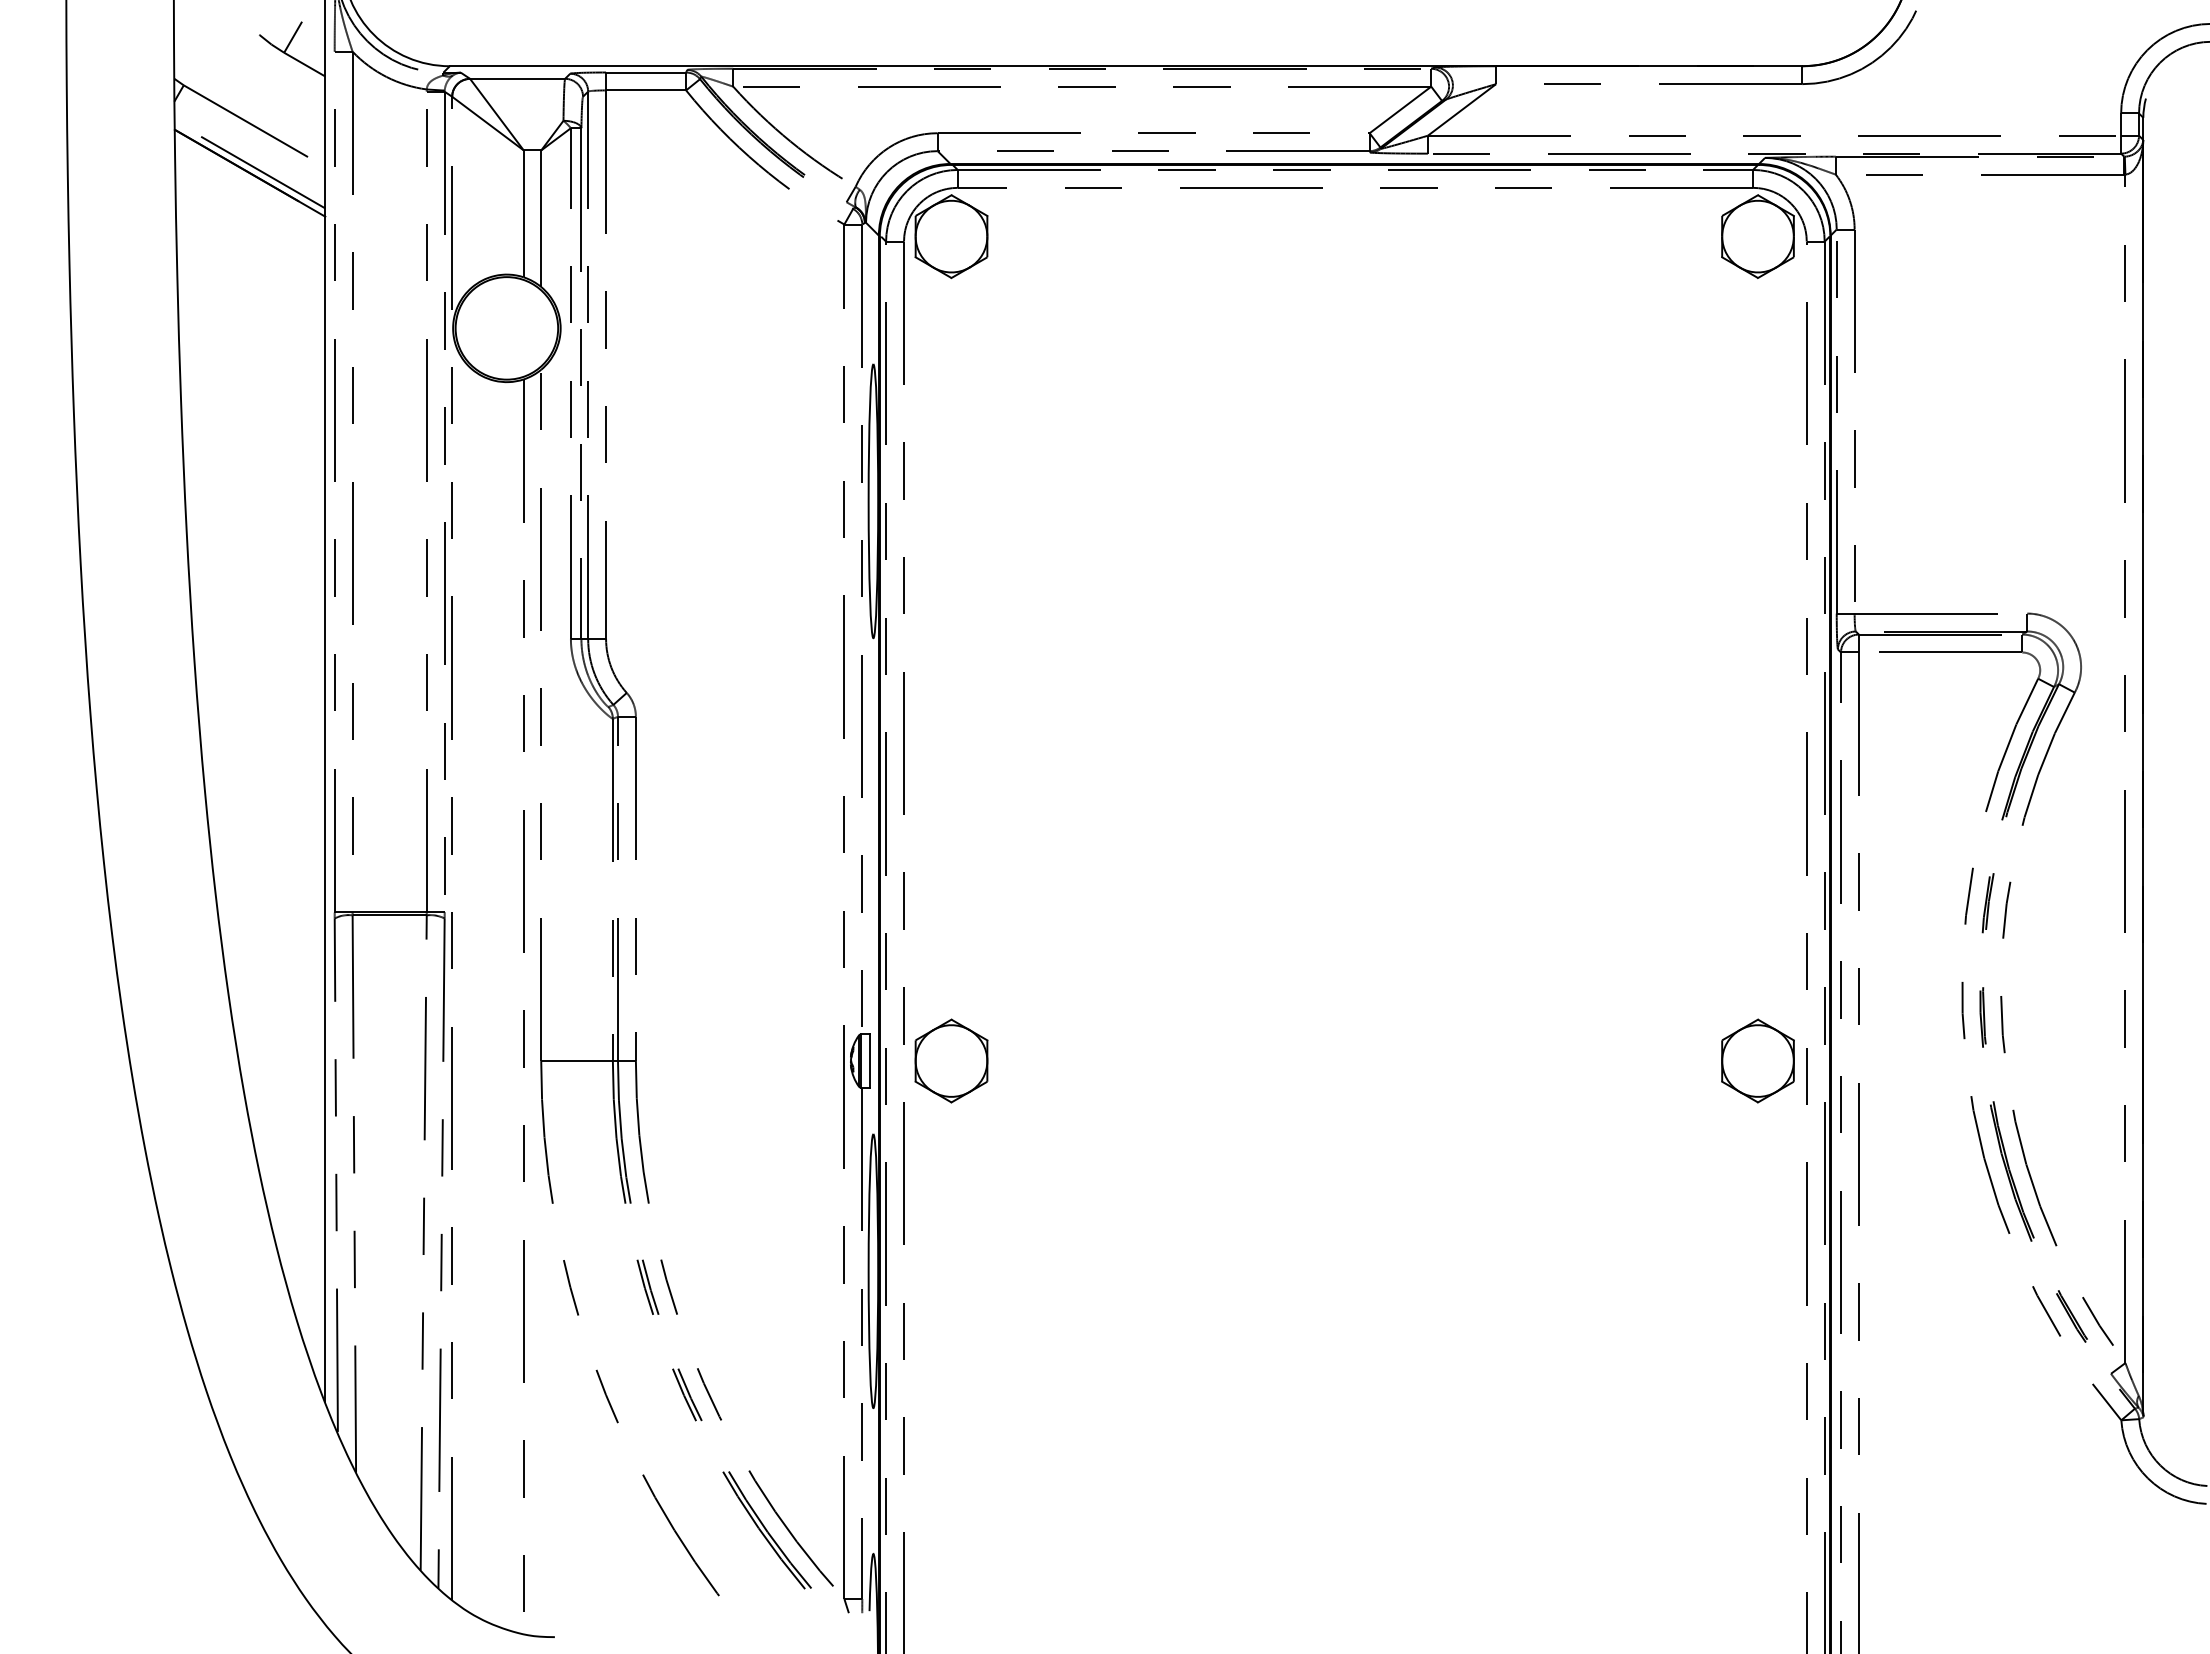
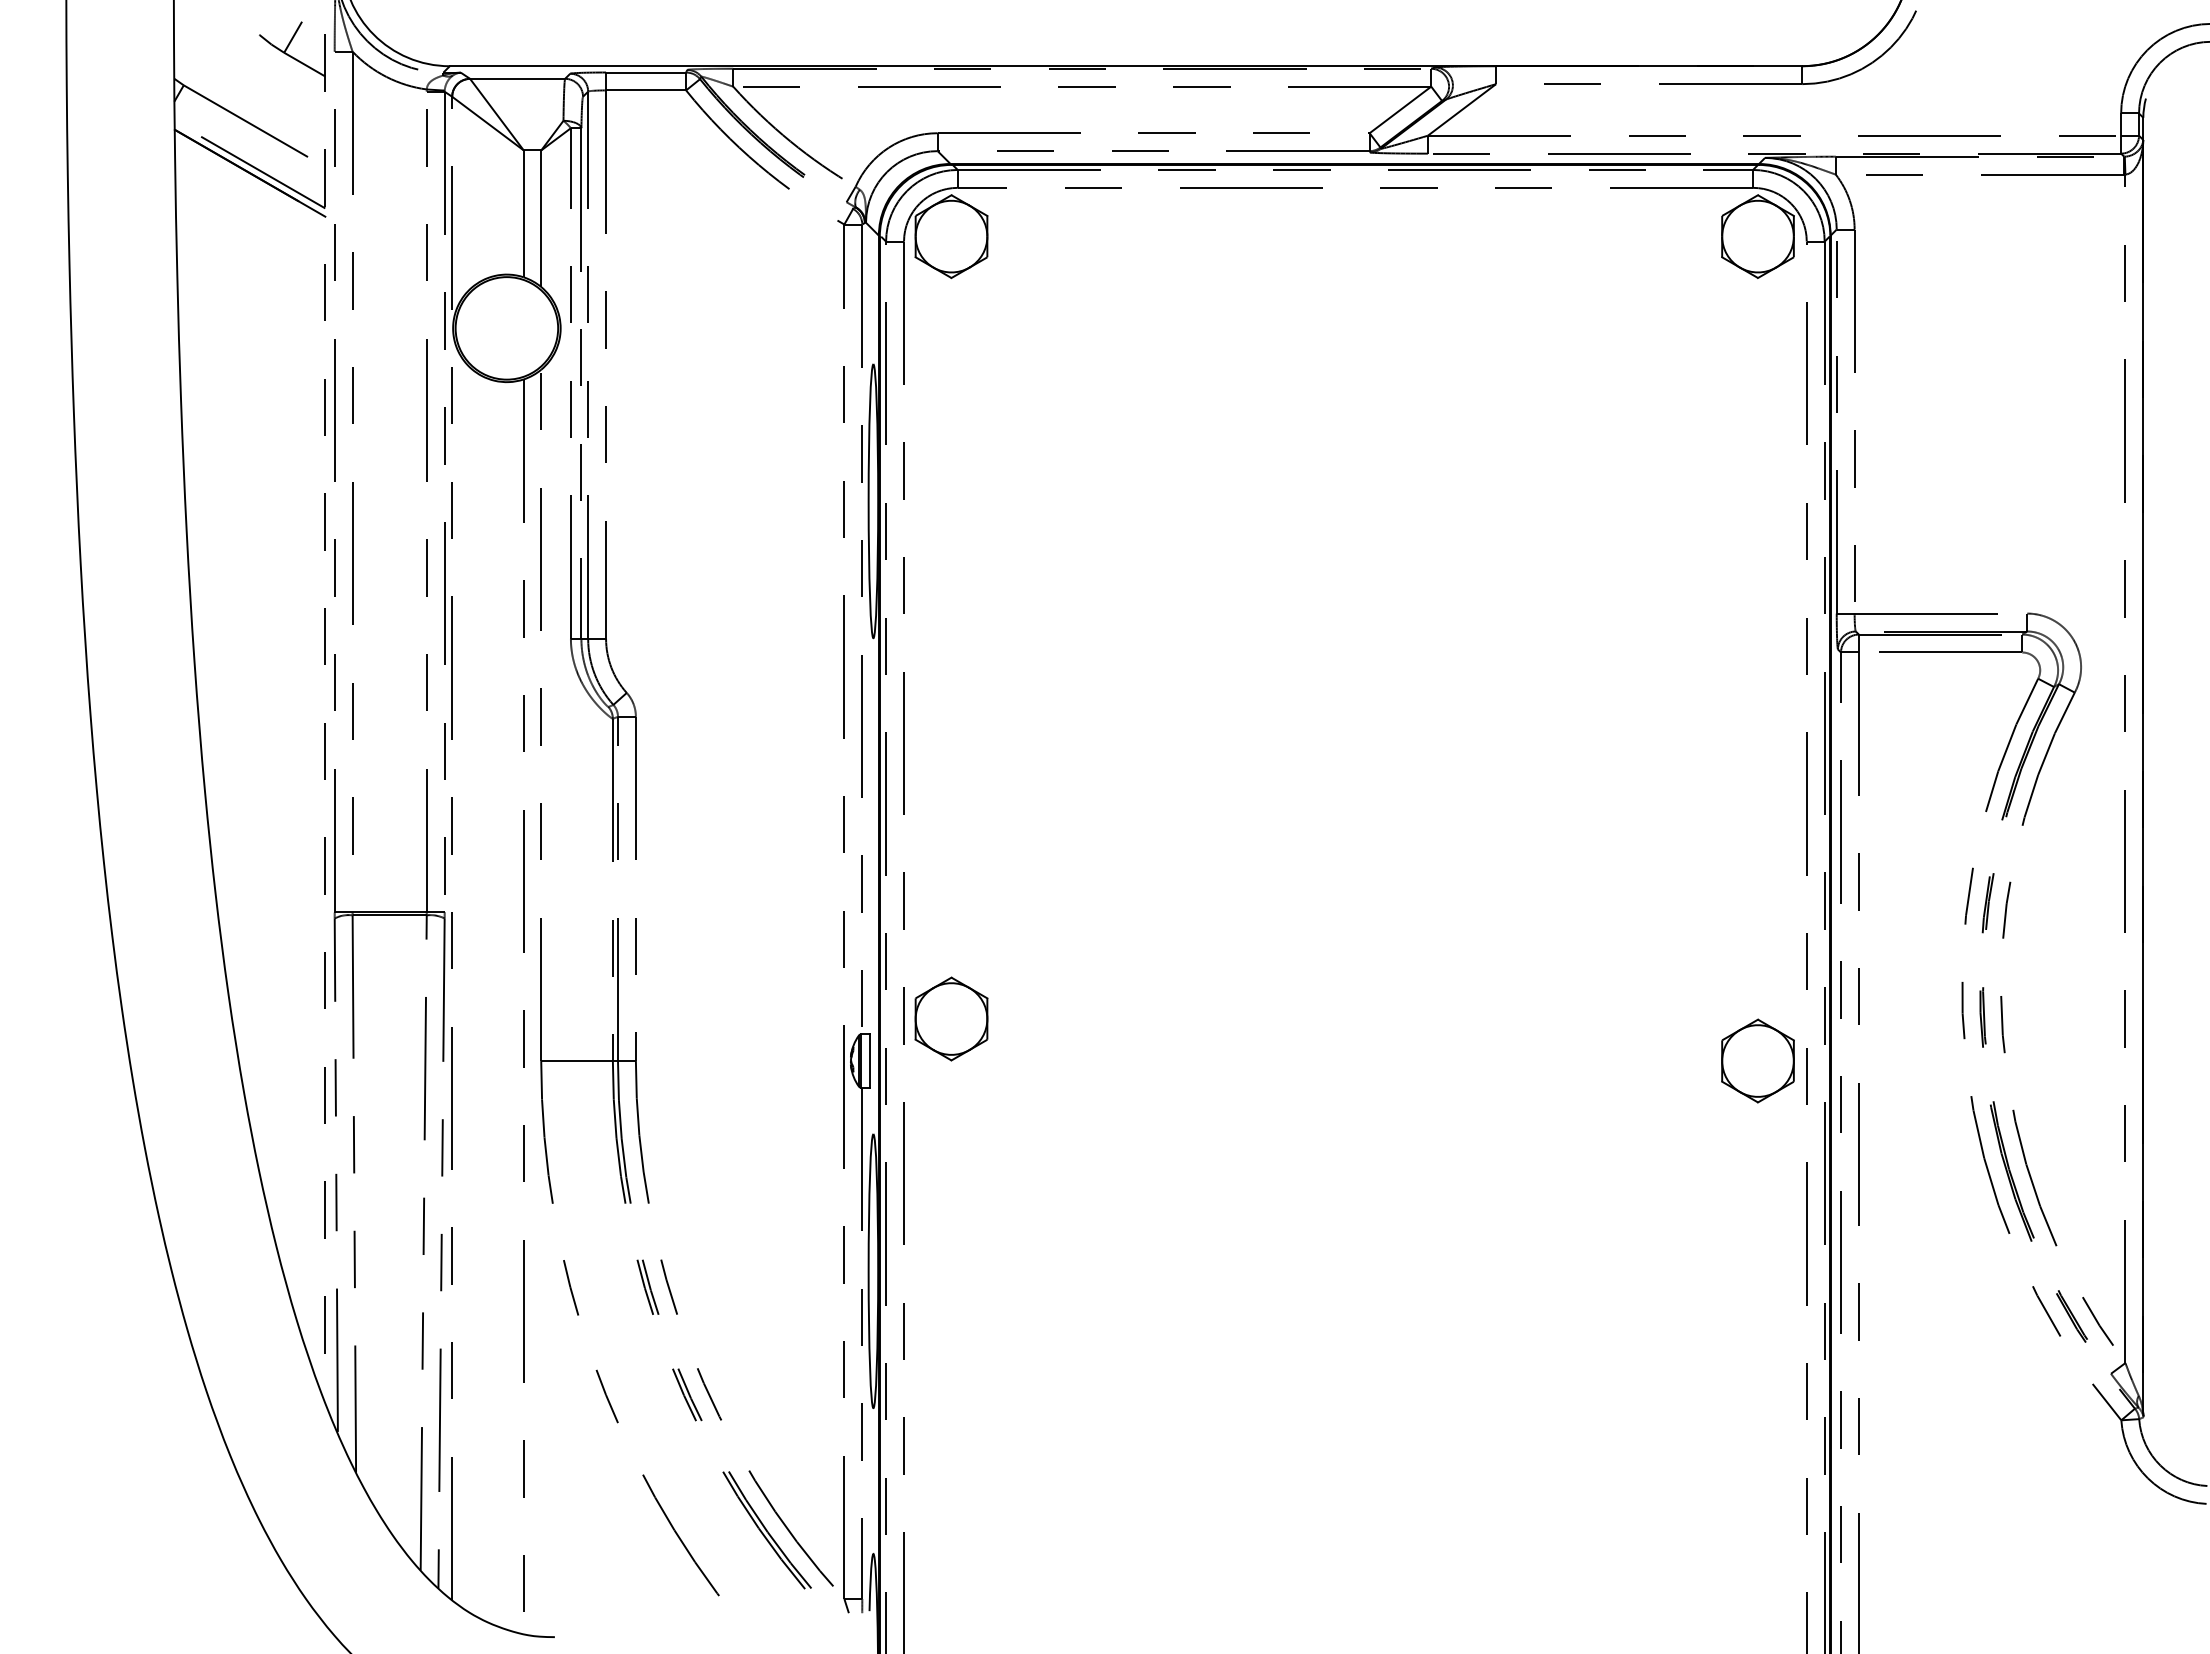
line at (325, 701): solid -> dashed
part at (951, 1060) position: (951, 1060) -> (951, 1018)
